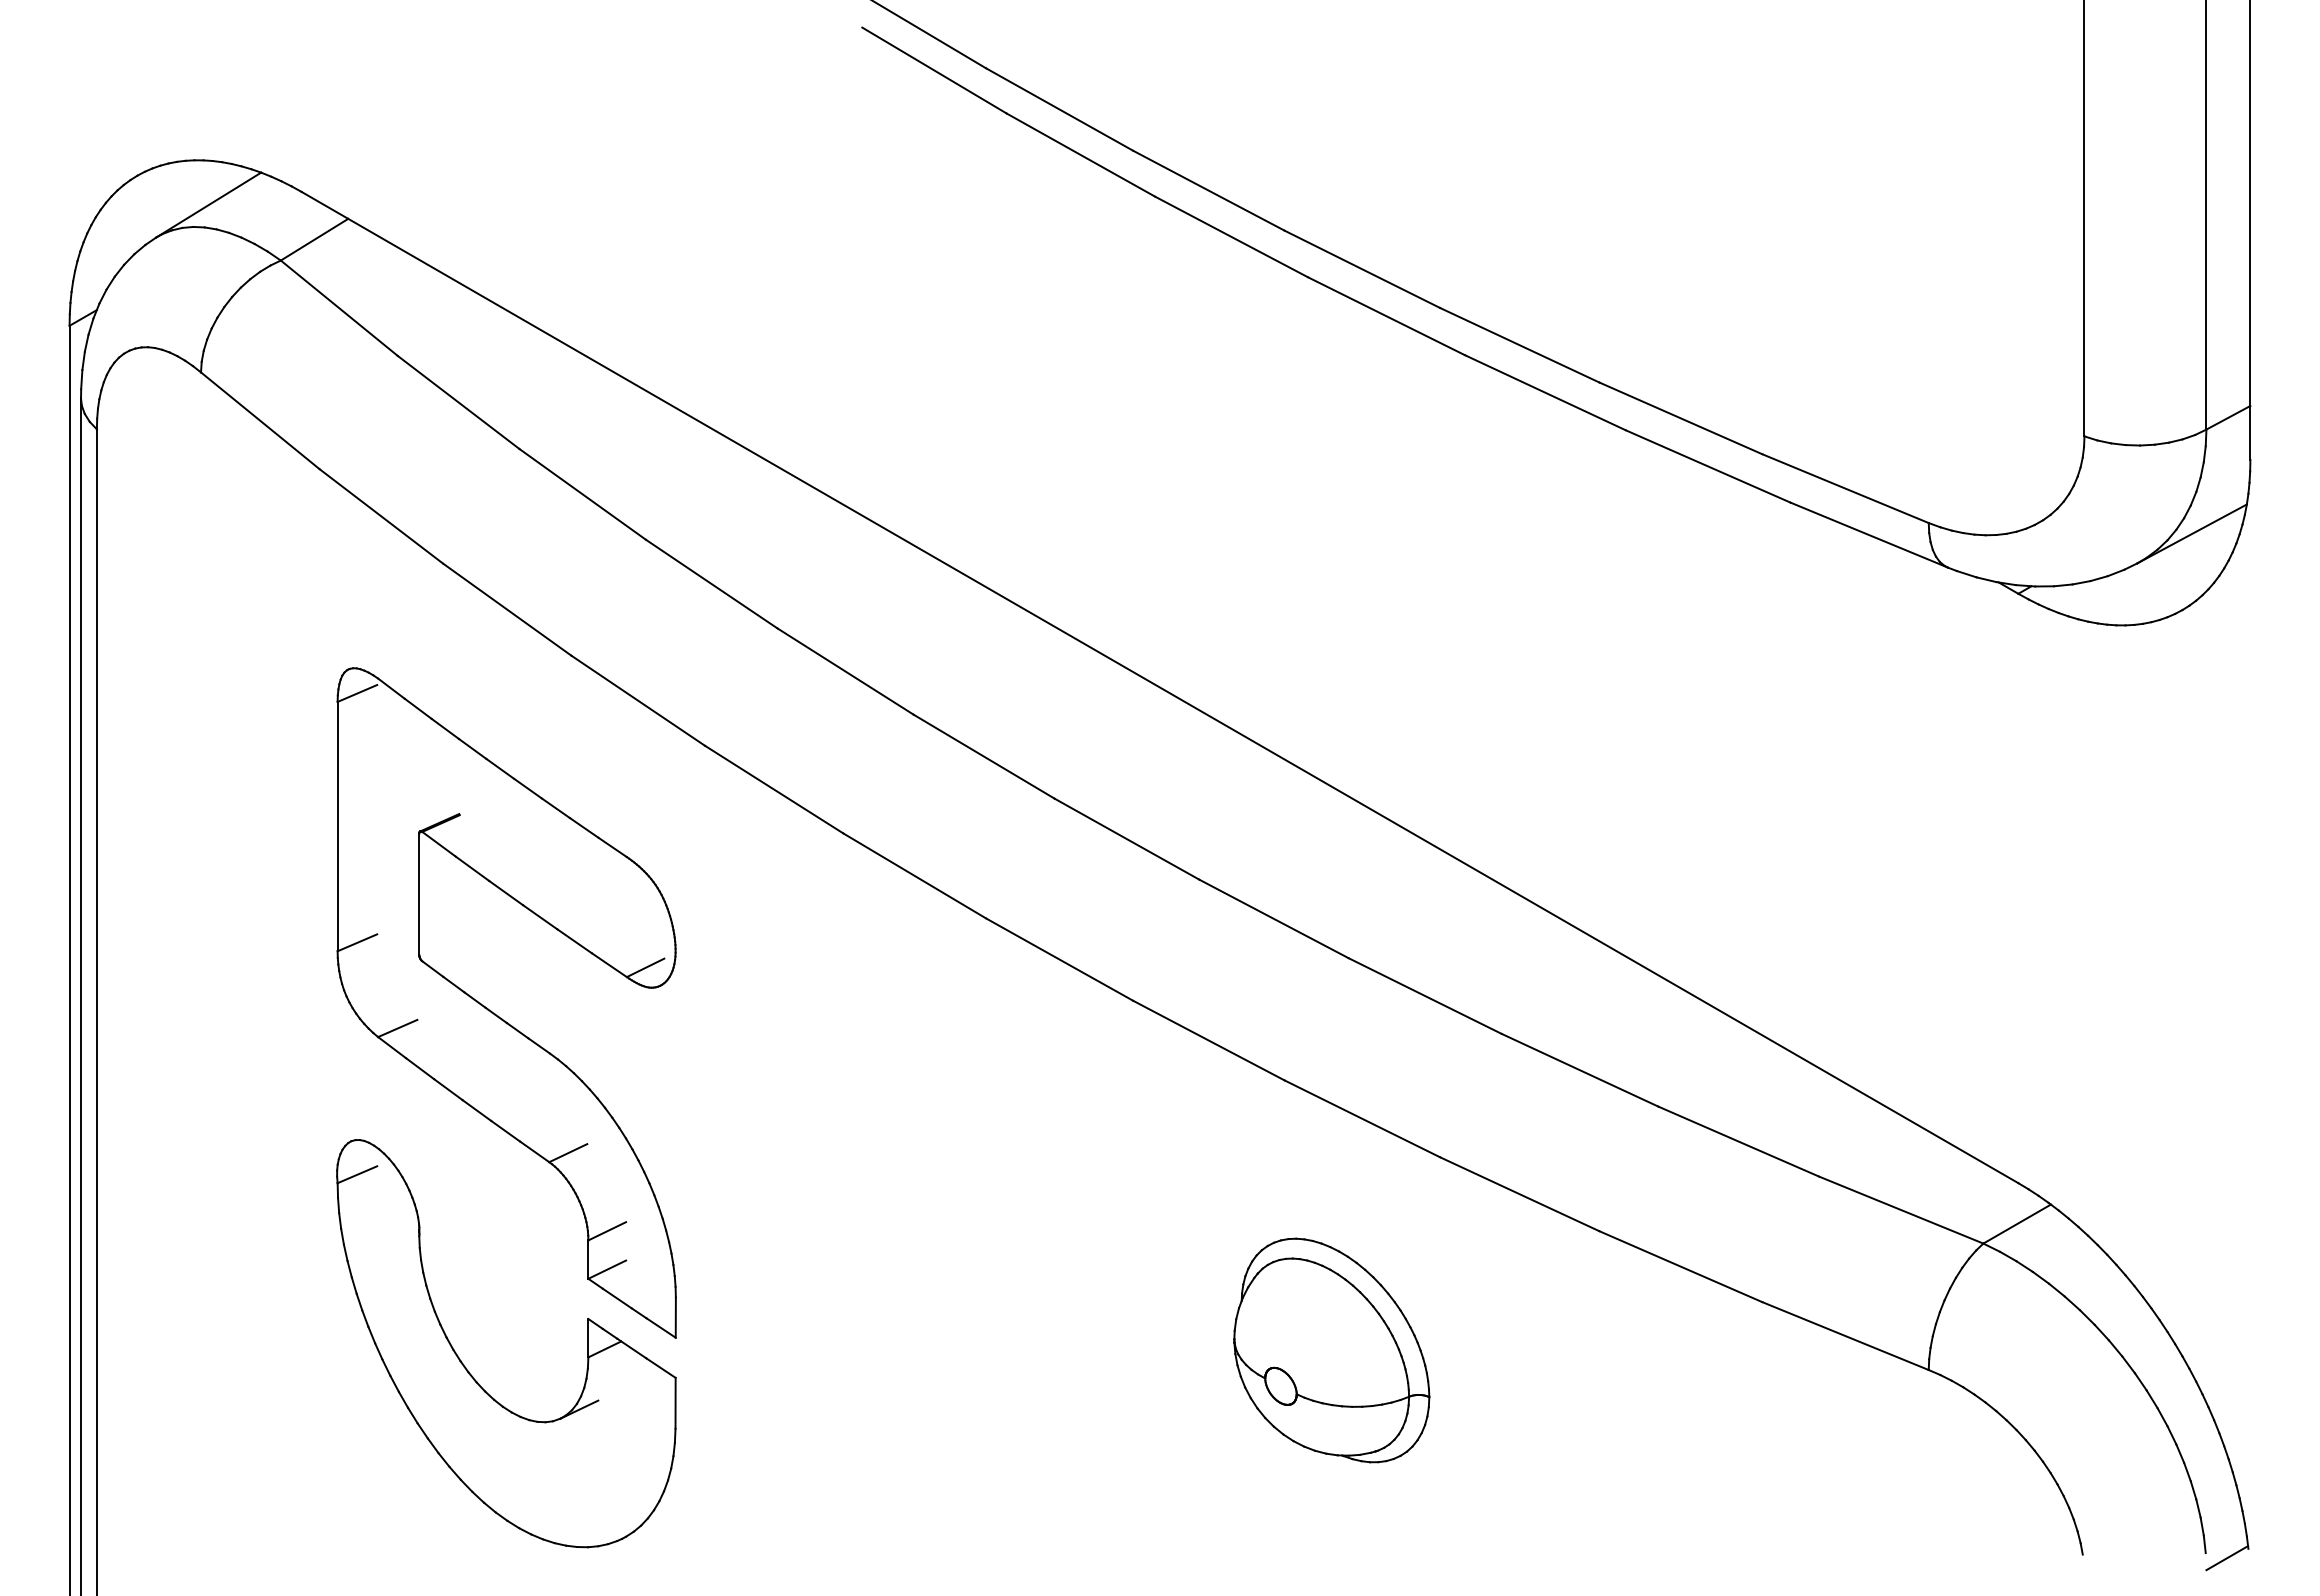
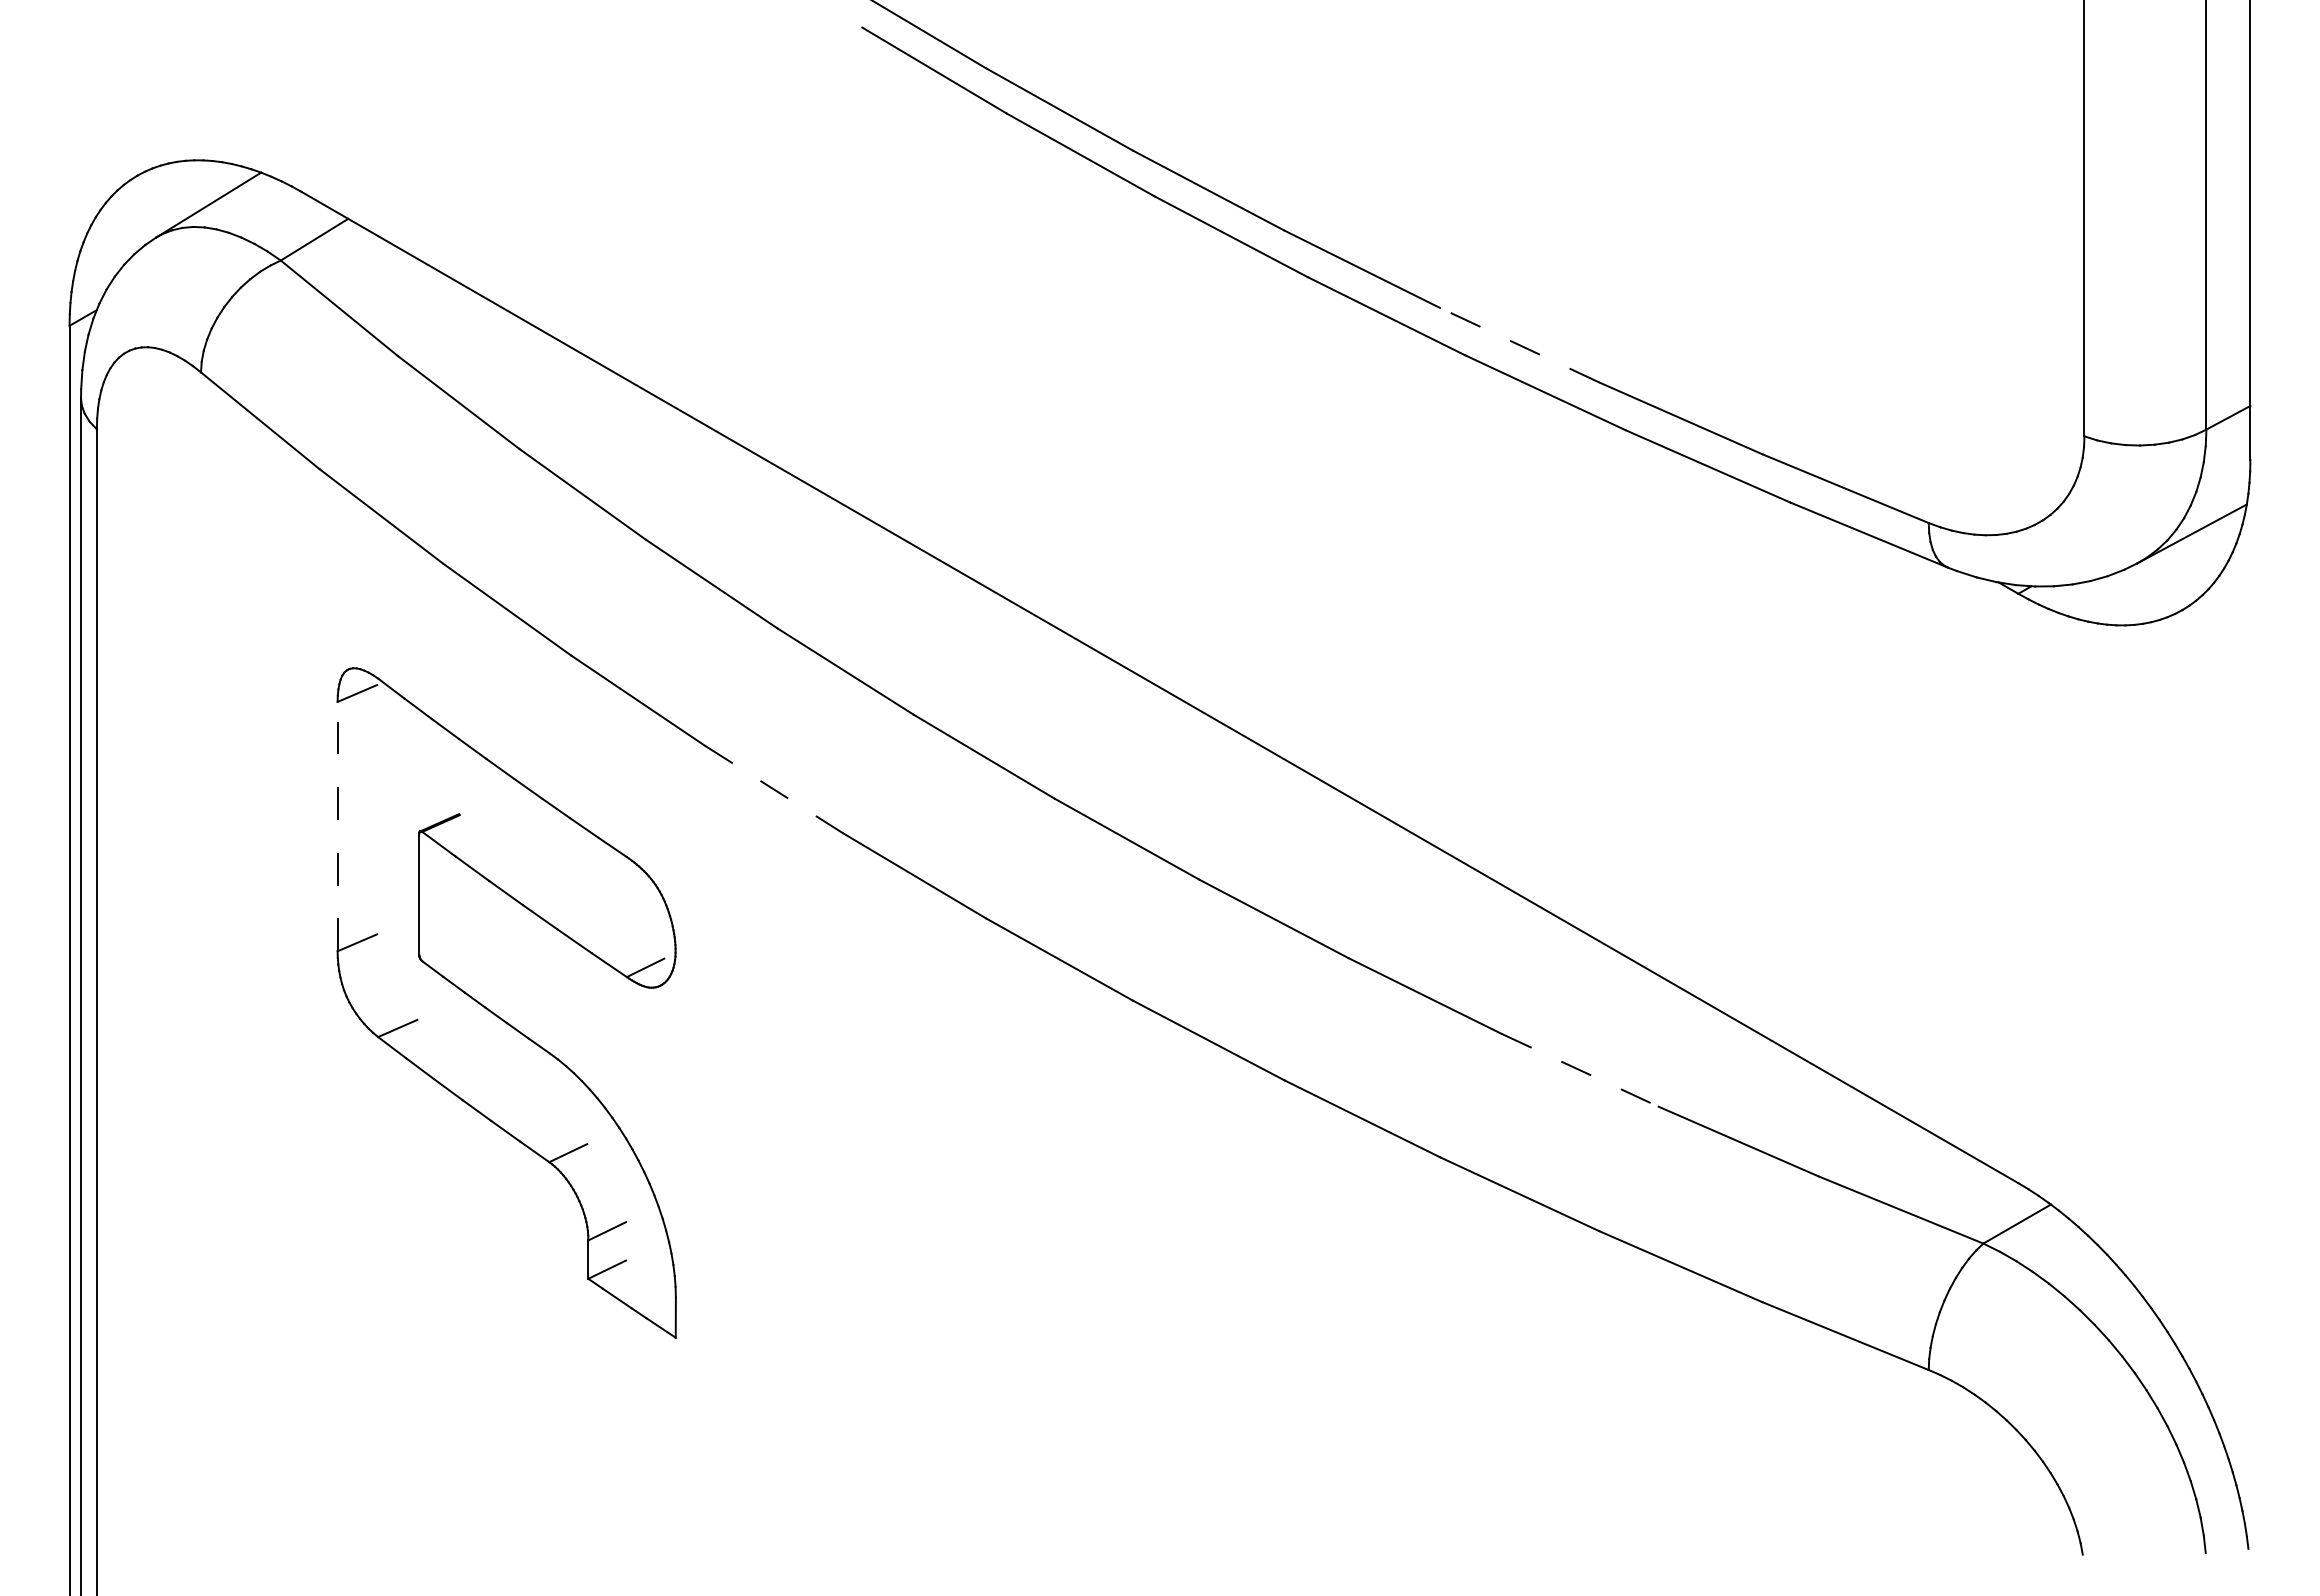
line at (1519, 345): solid -> dashed
line at (774, 789): solid -> dashed
line at (337, 826): solid -> dashed
line at (1580, 1070): solid -> dashed
part at (1331, 1350): present -> none
part at (469, 1371): present -> none
line at (2227, 1558): present -> none
